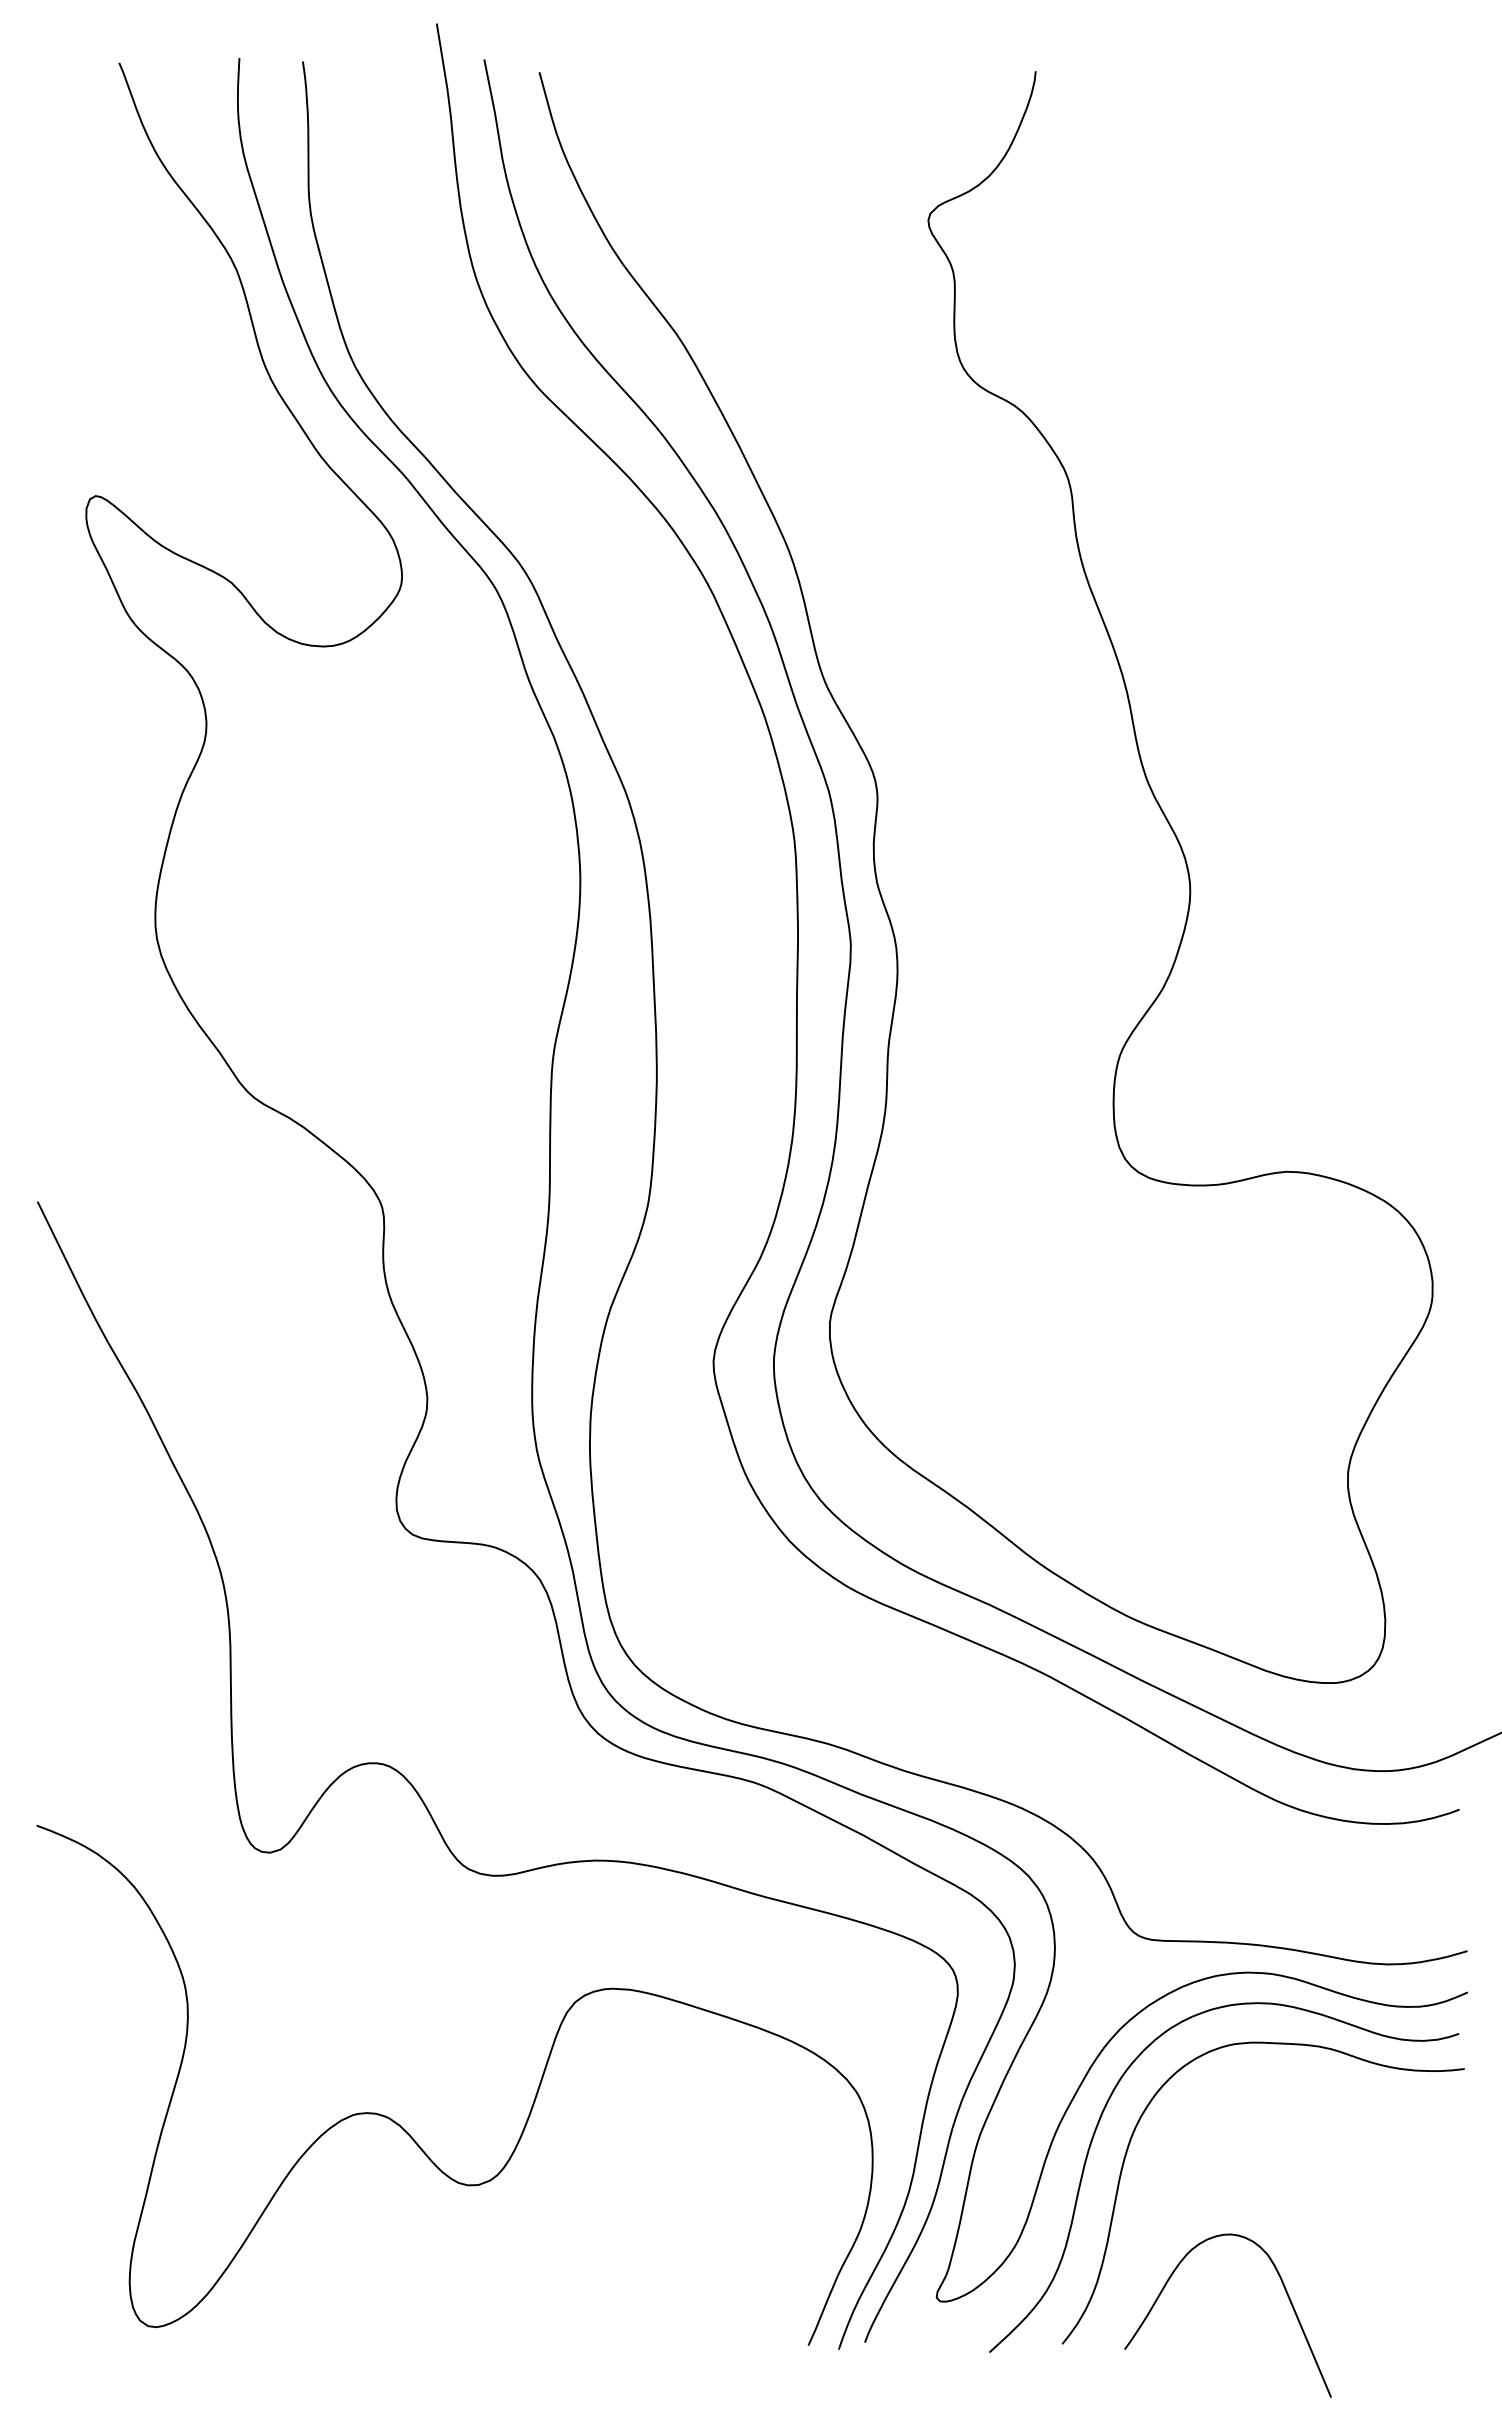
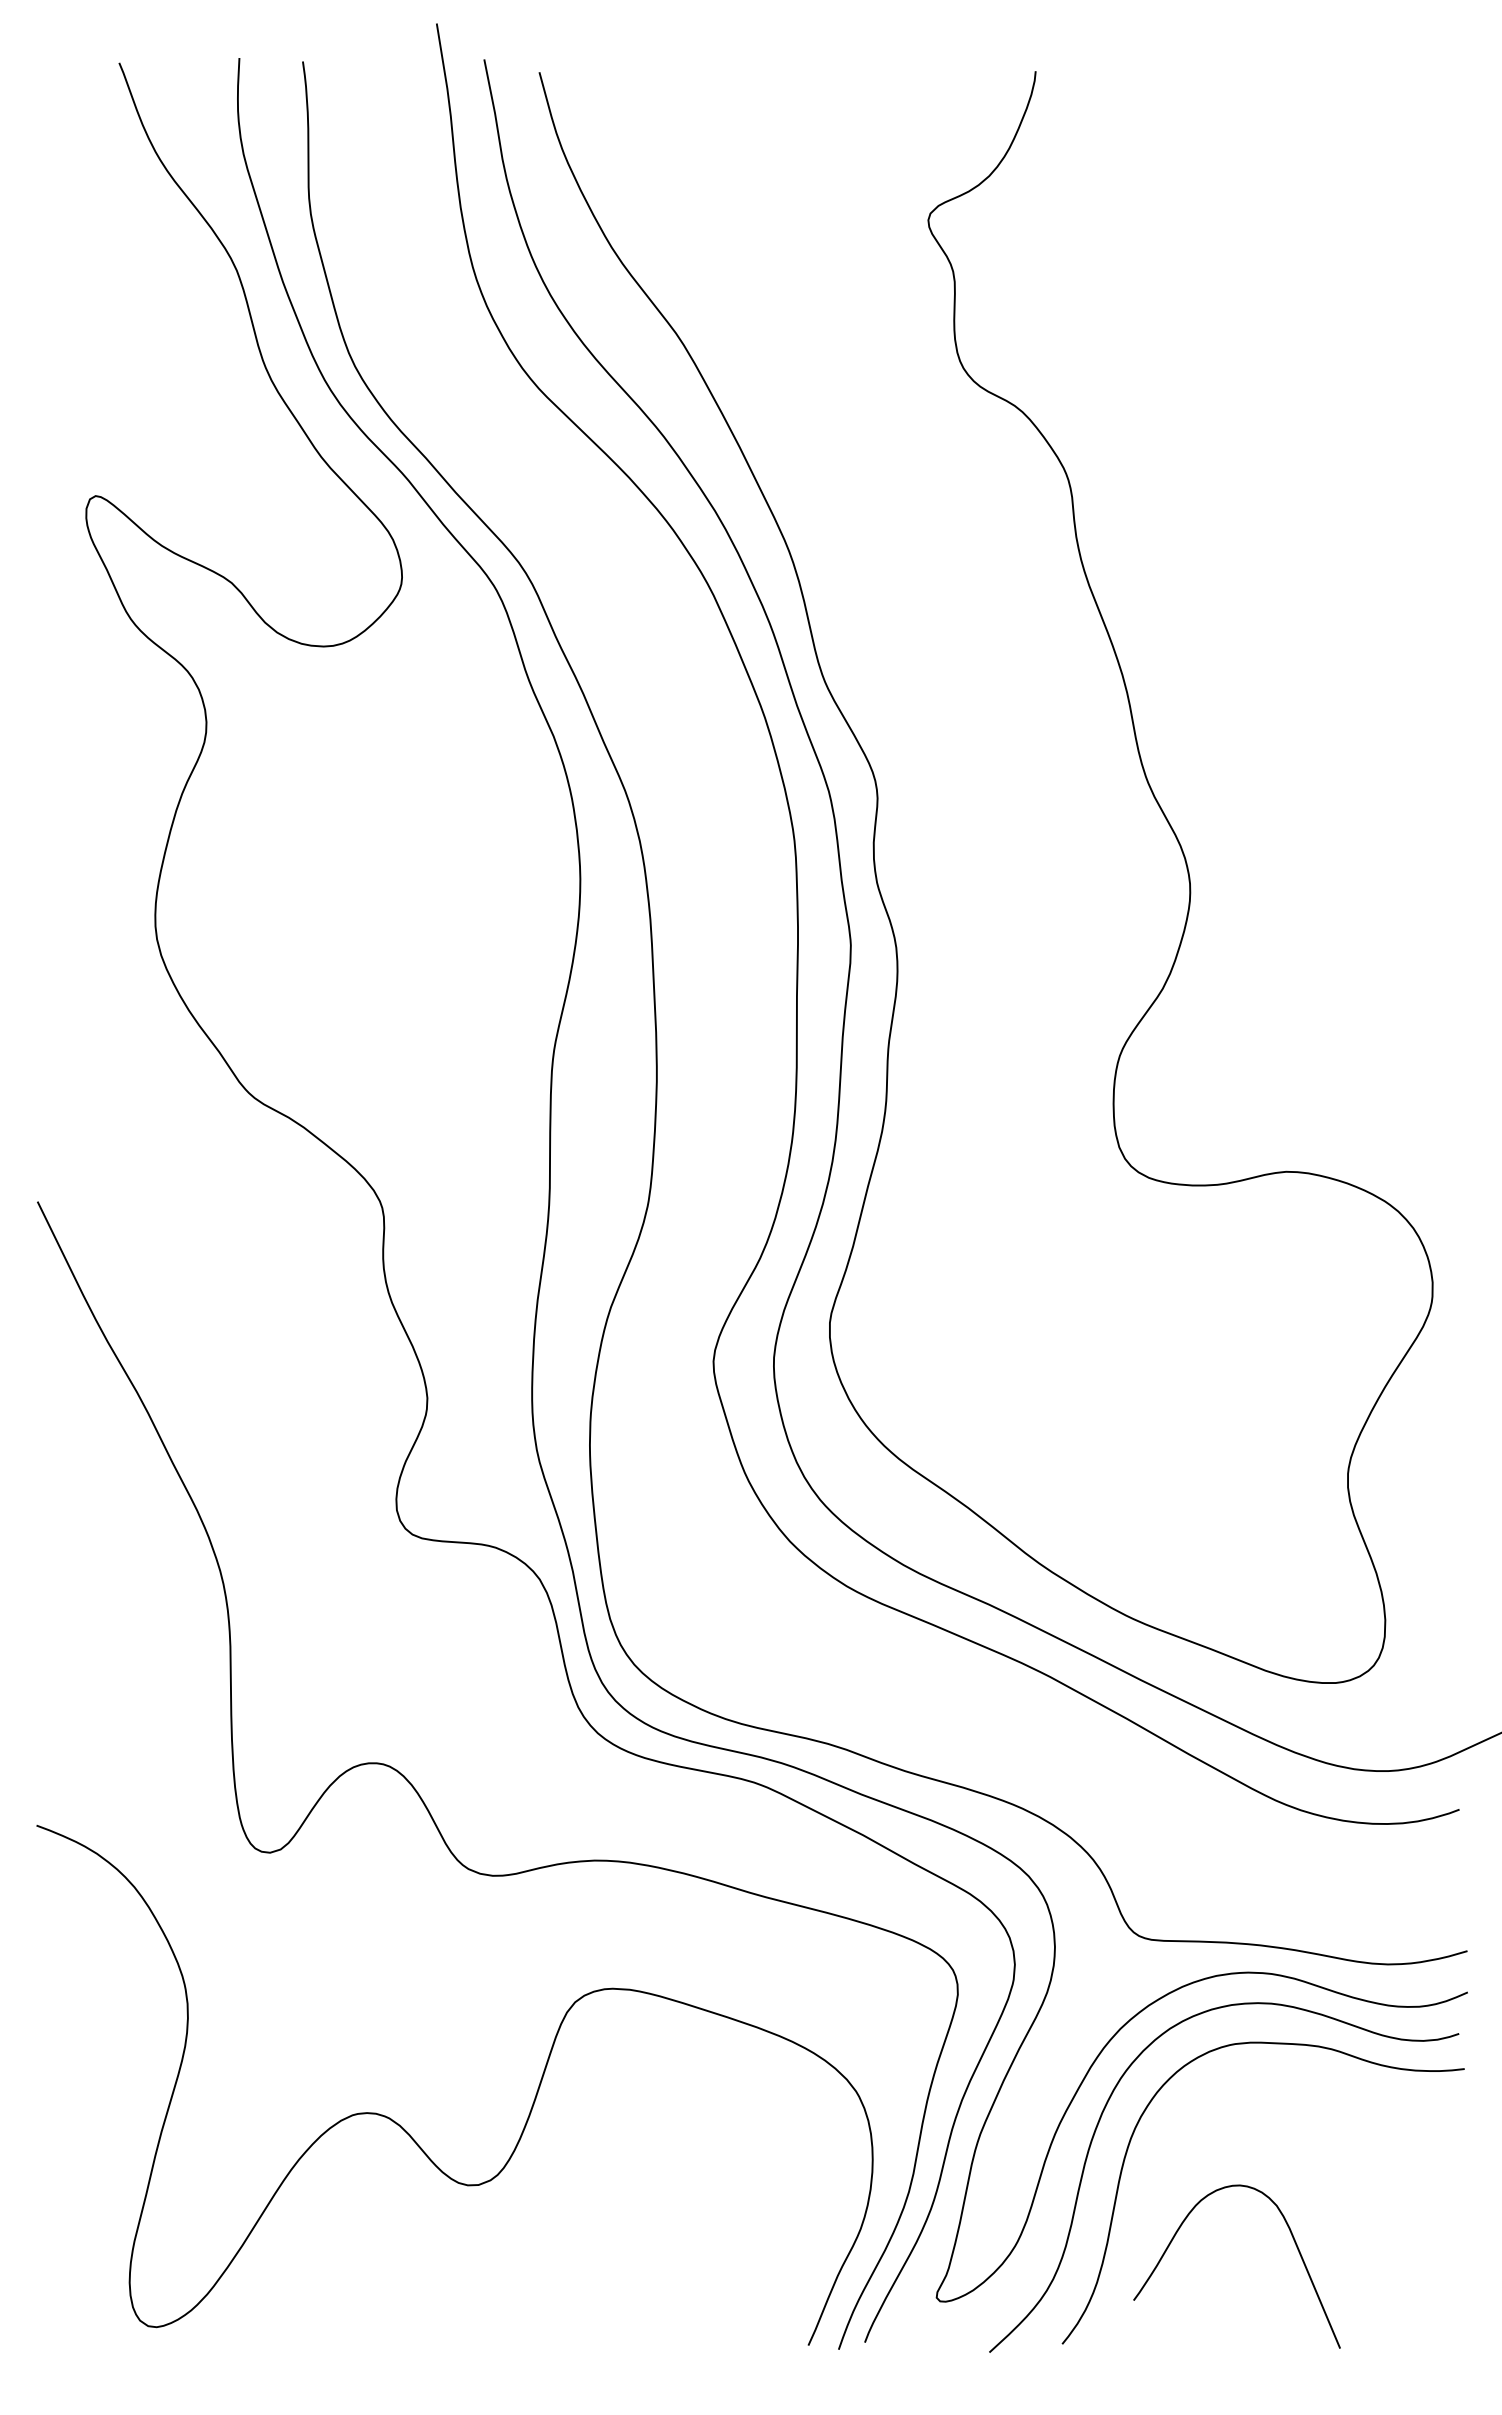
curve at (1285, 2292) position: (1285, 2292) -> (1294, 2243)
